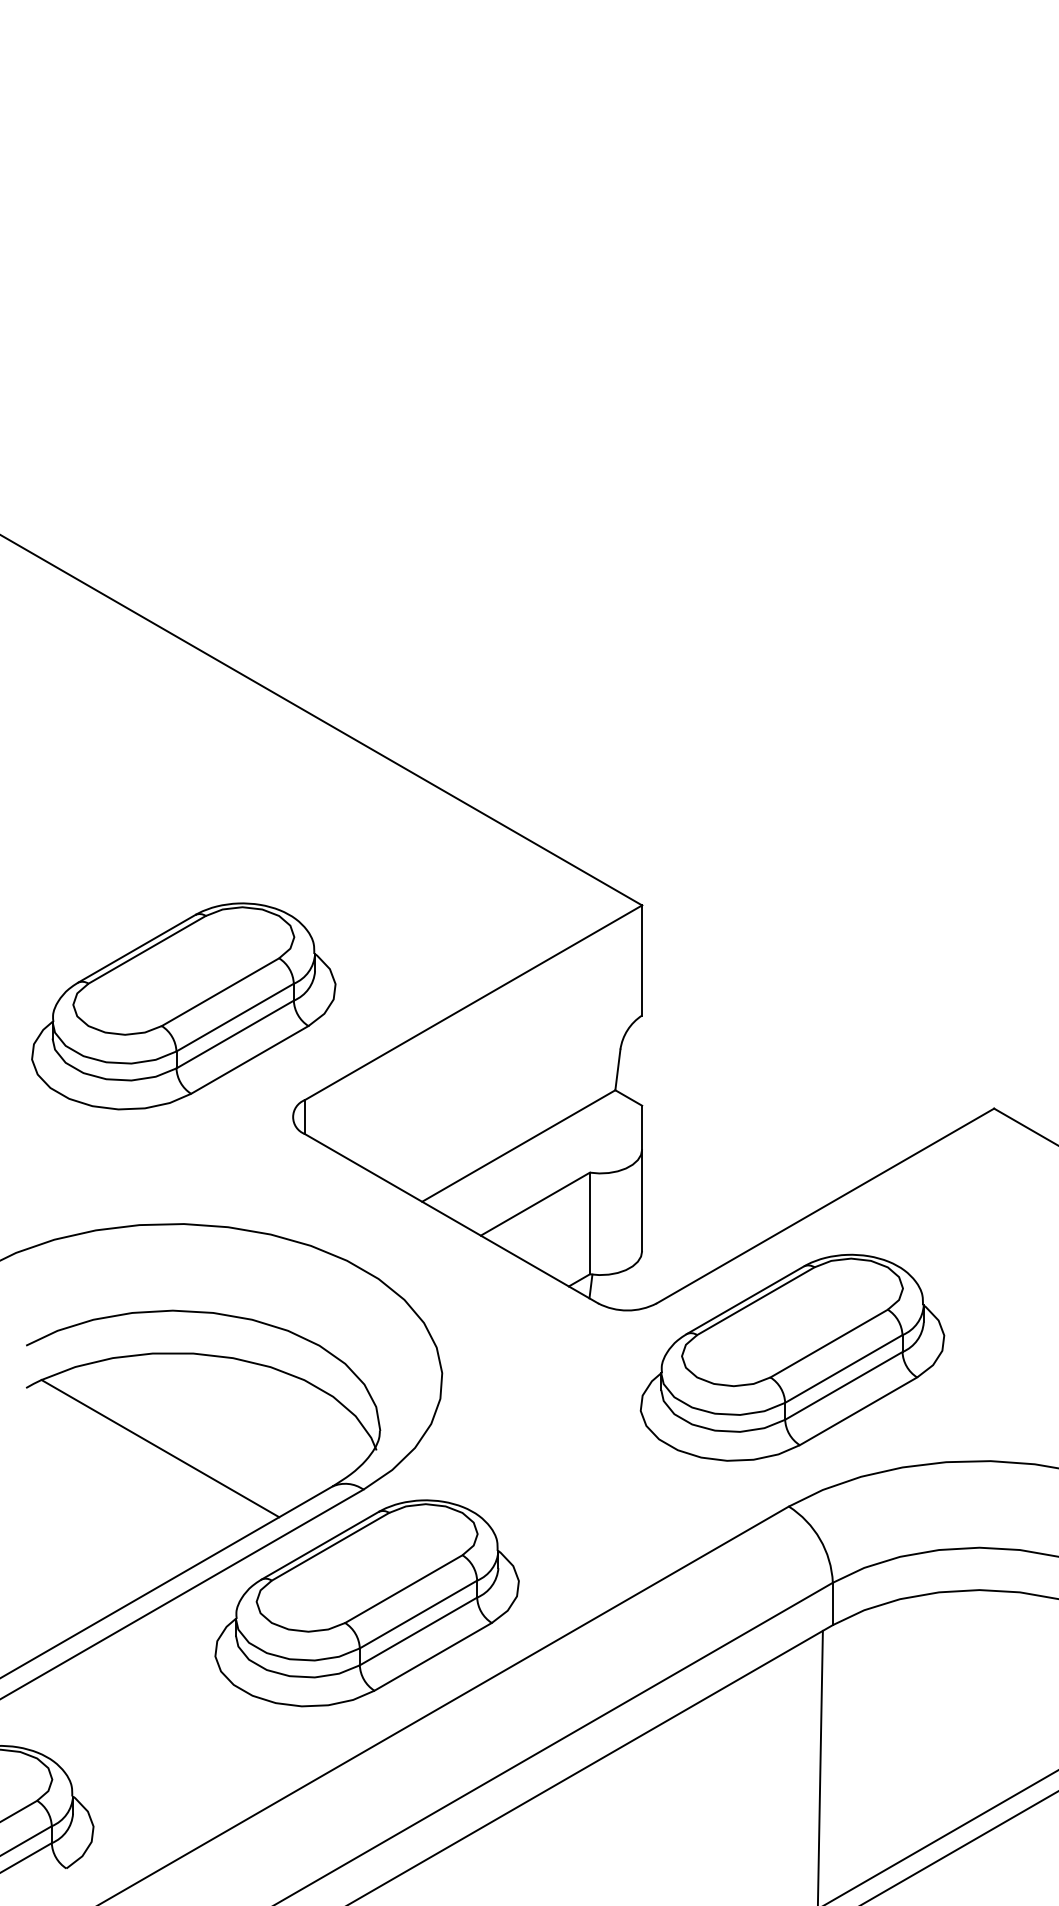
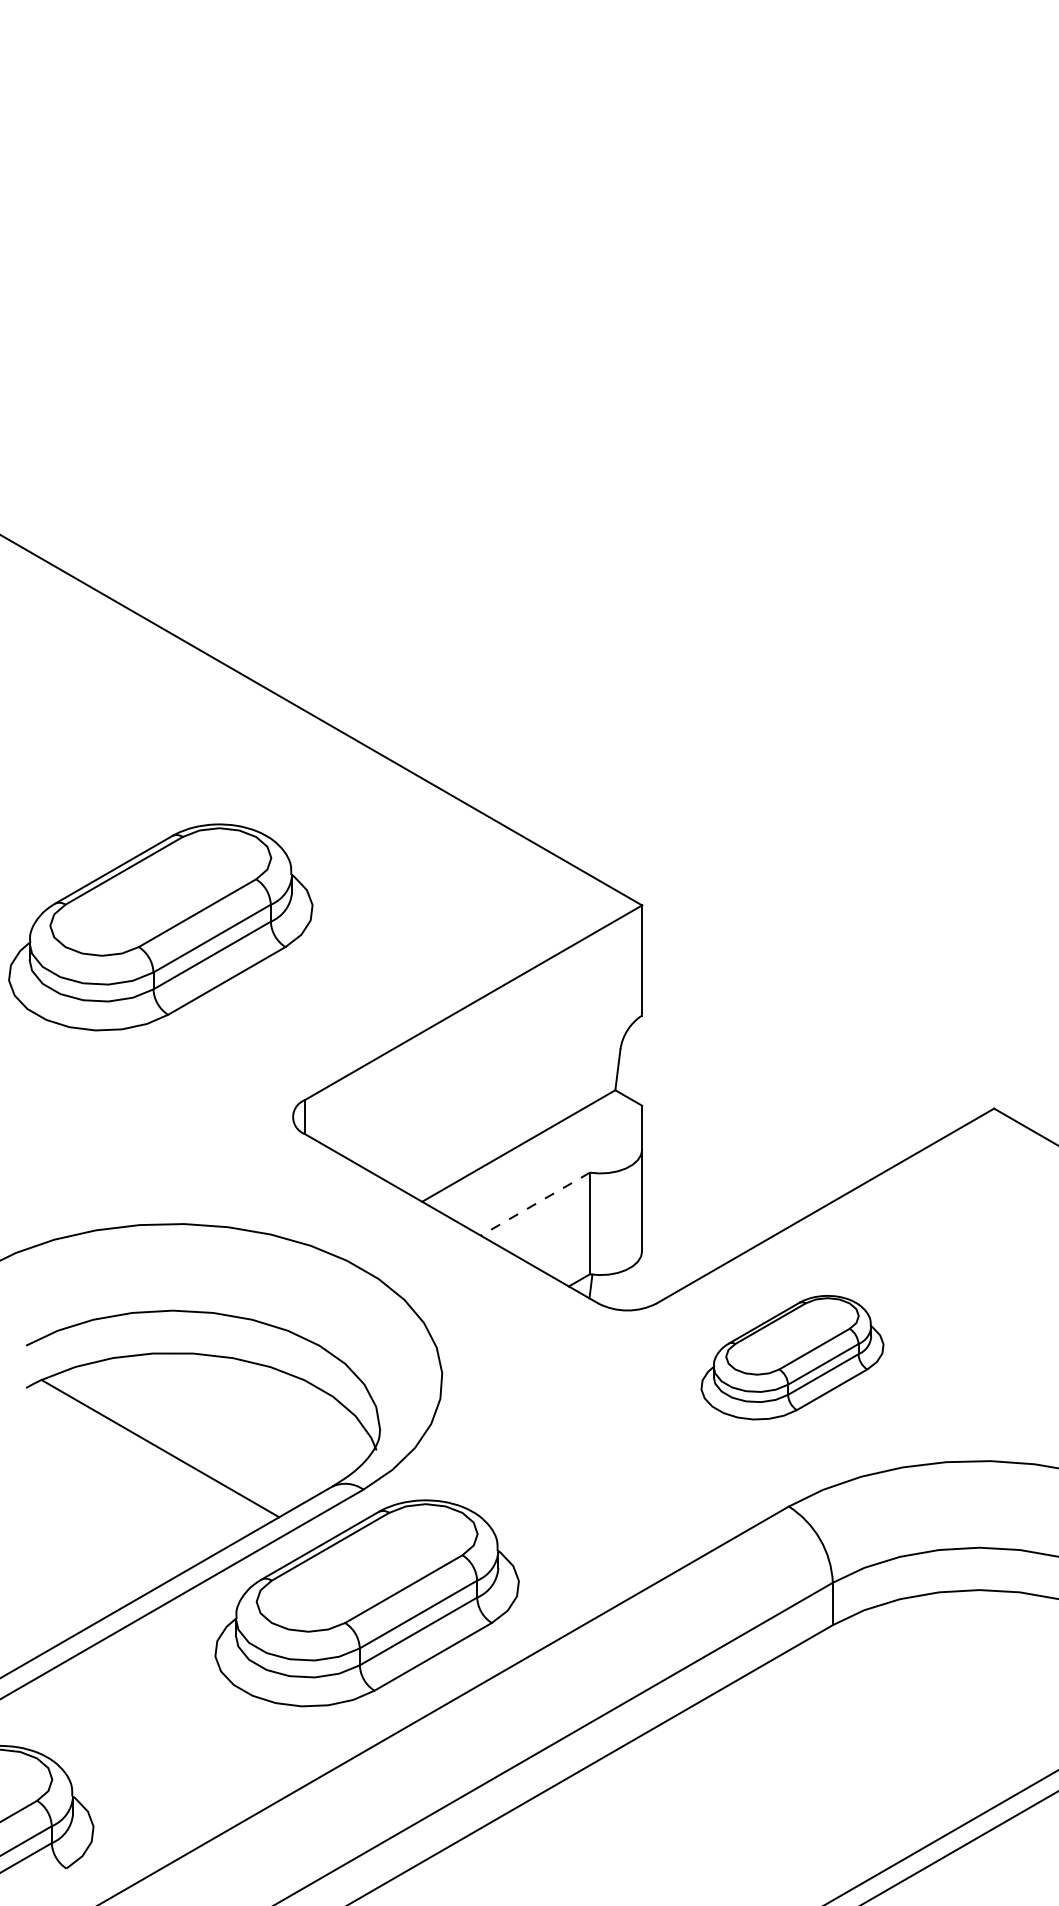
part at (183, 1006) position: (183, 1006) -> (160, 927)
line at (535, 1204): solid -> dashed
part at (792, 1357) size: 307x209 px -> 185x126 px
line at (819, 1766): present -> none
